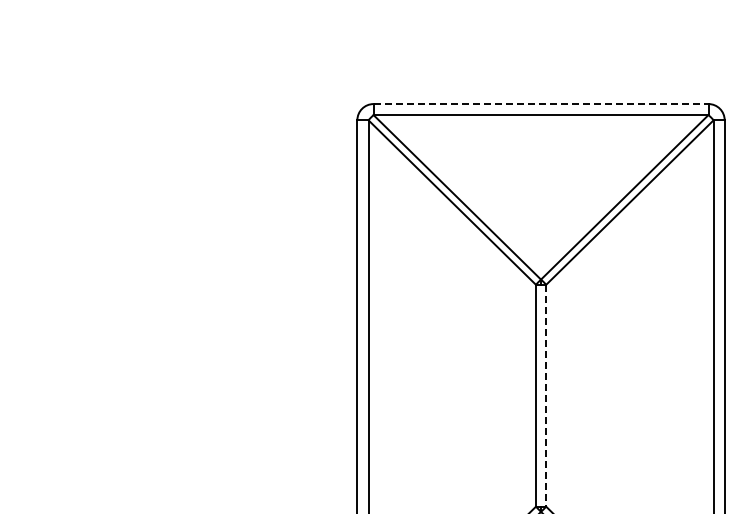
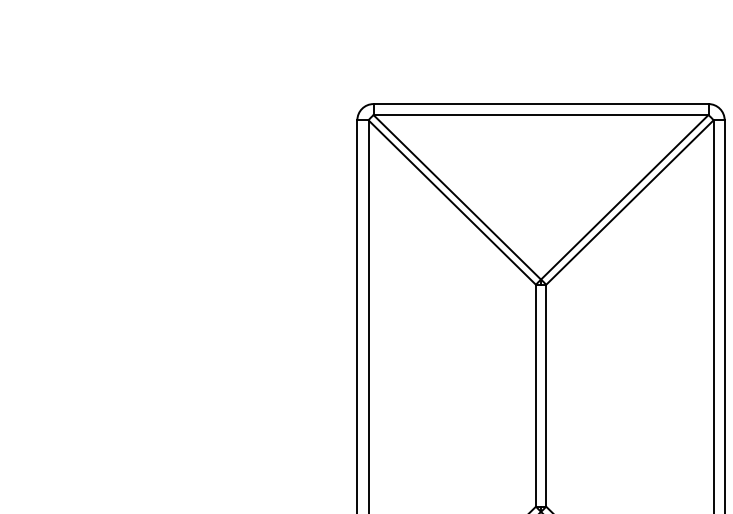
line at (541, 104): dashed -> solid
line at (546, 395): dashed -> solid
